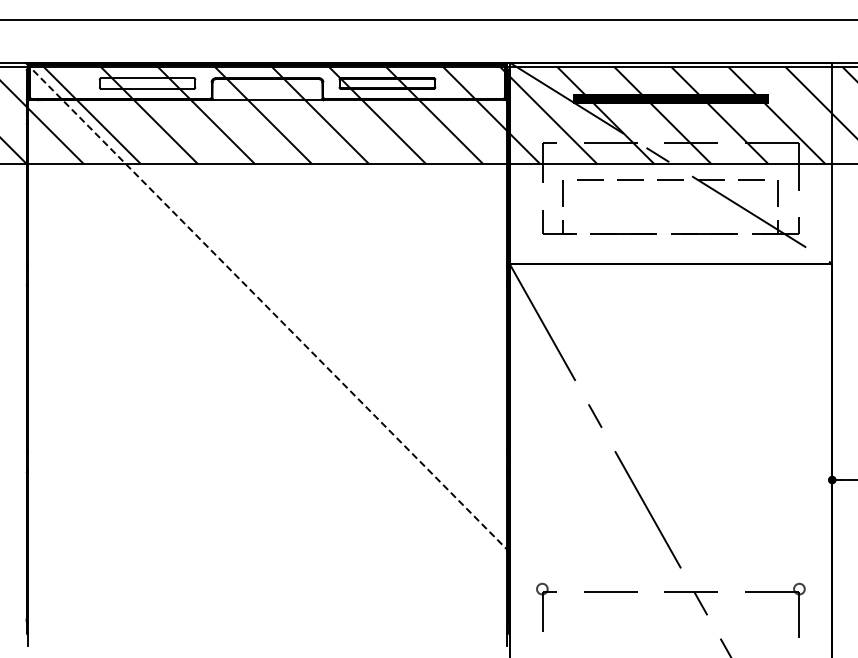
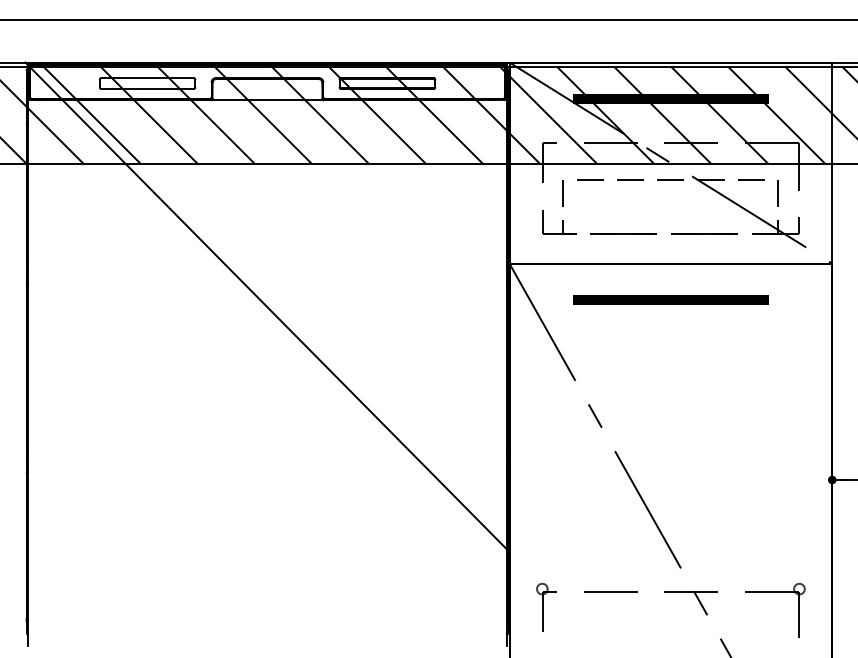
part at (670, 299): none -> present
line at (267, 307): dashed -> solid
